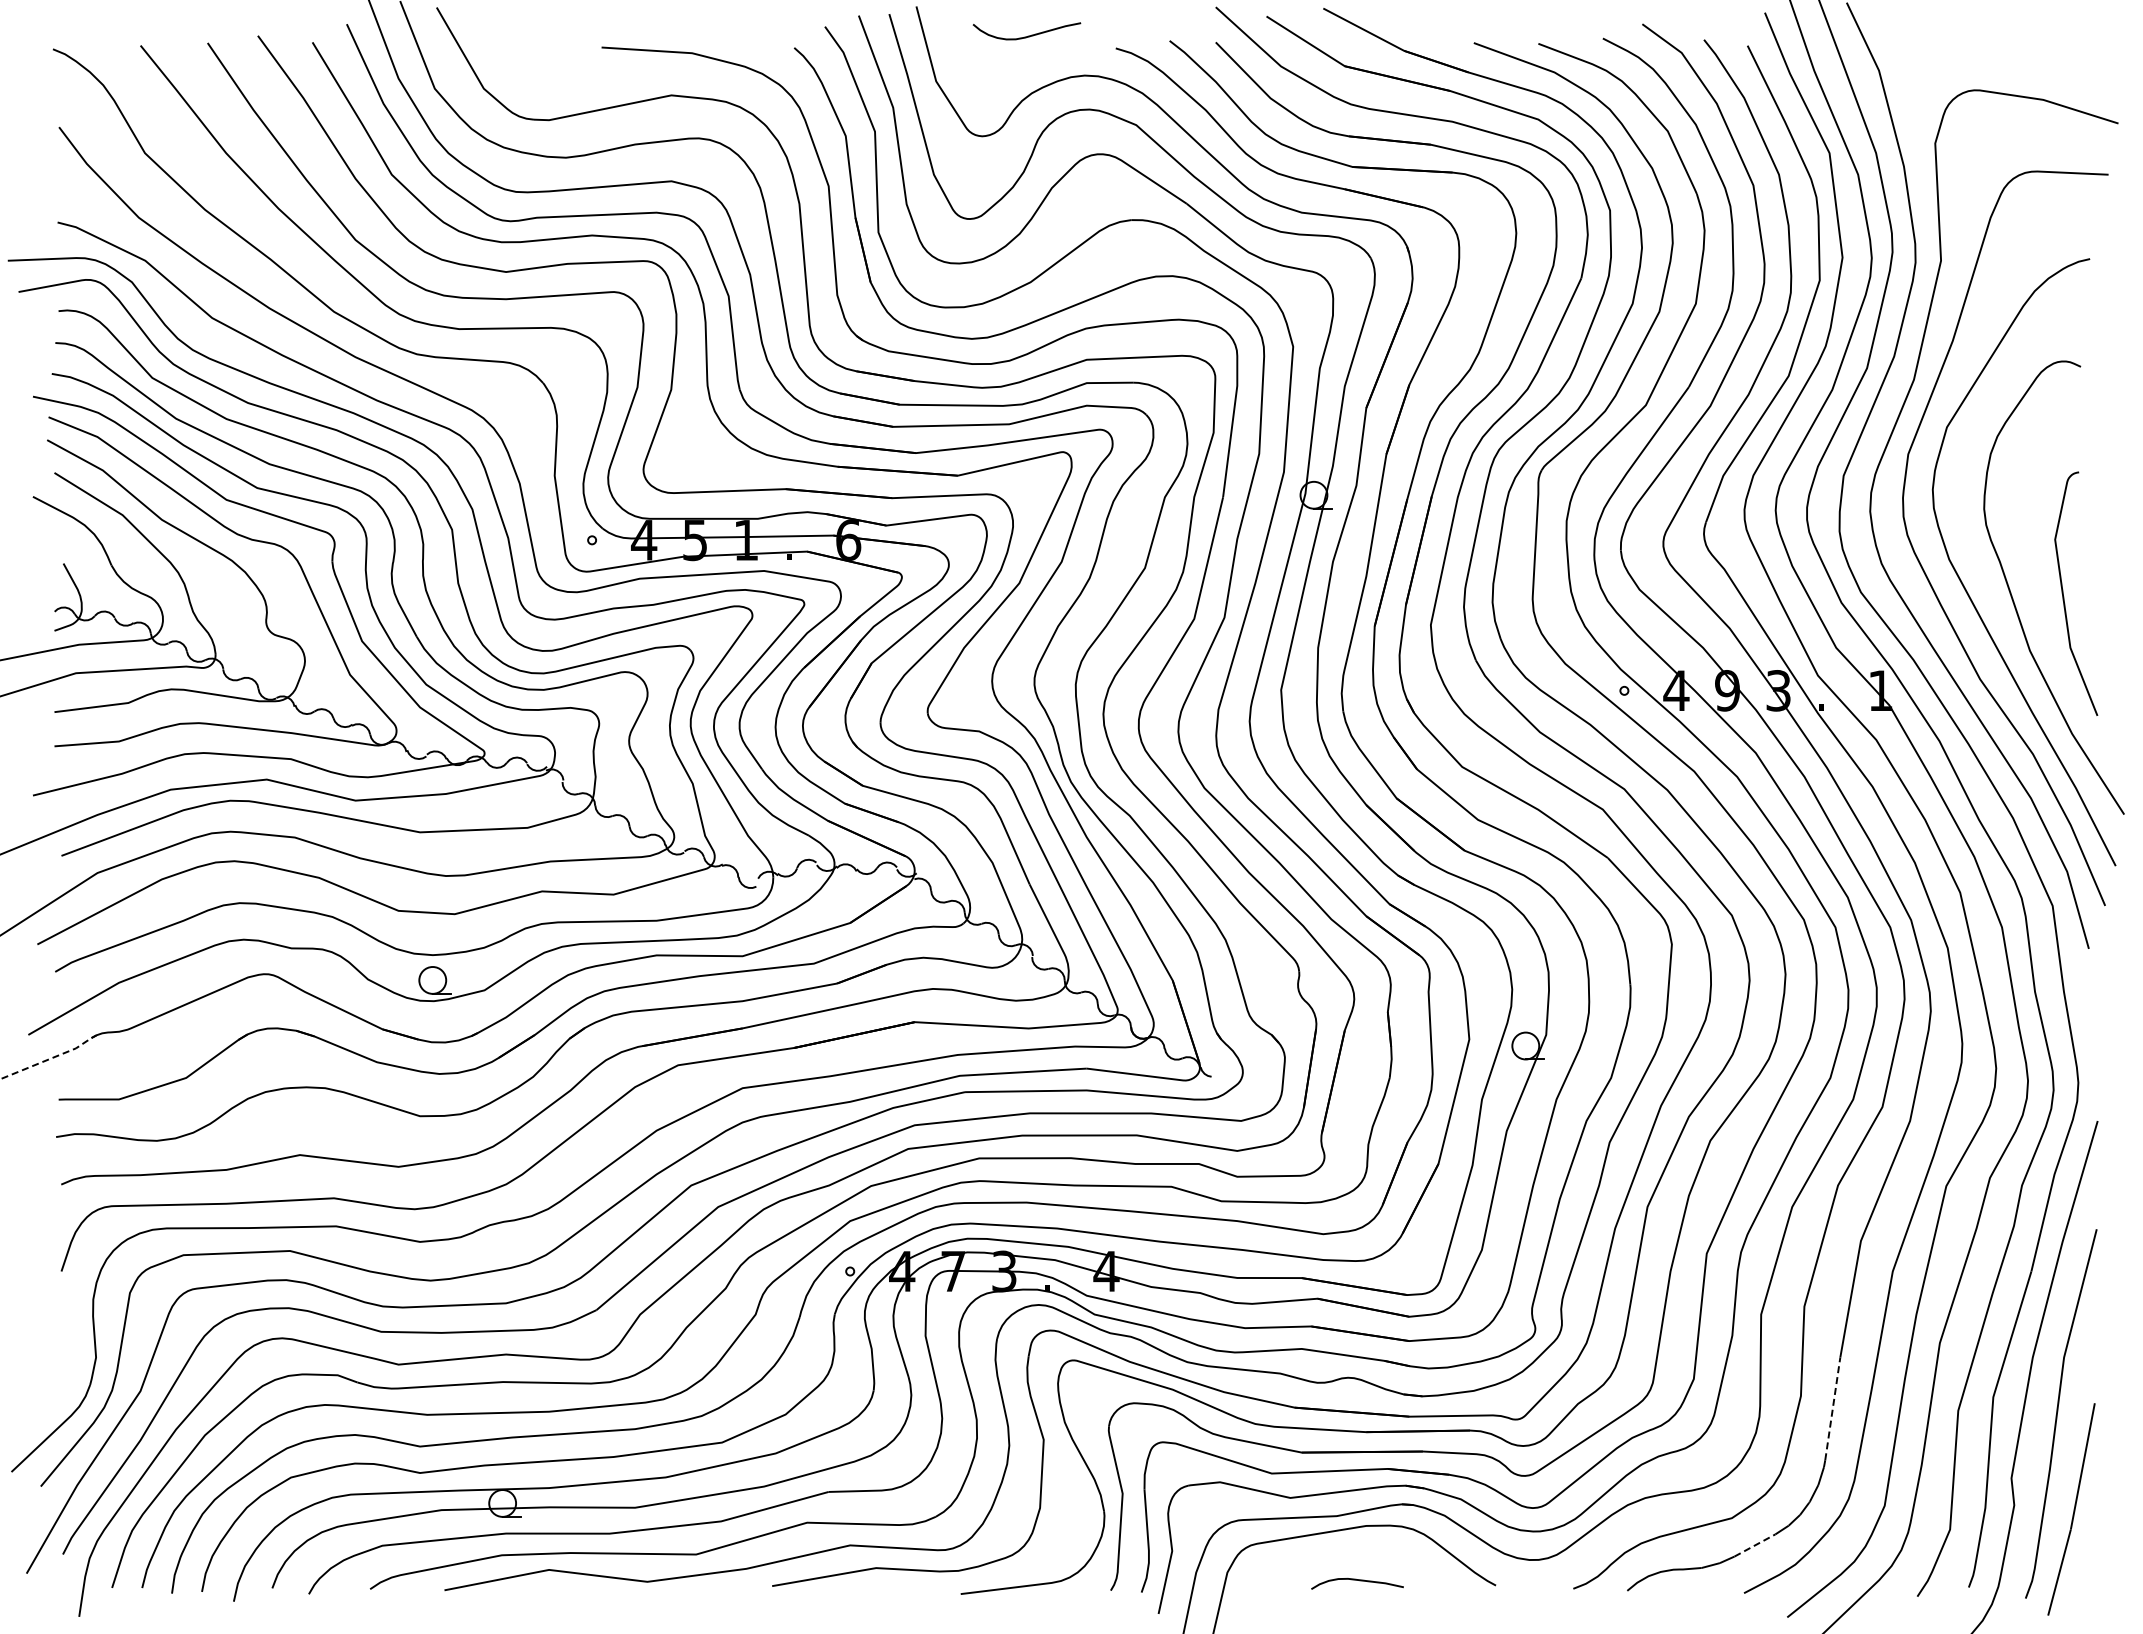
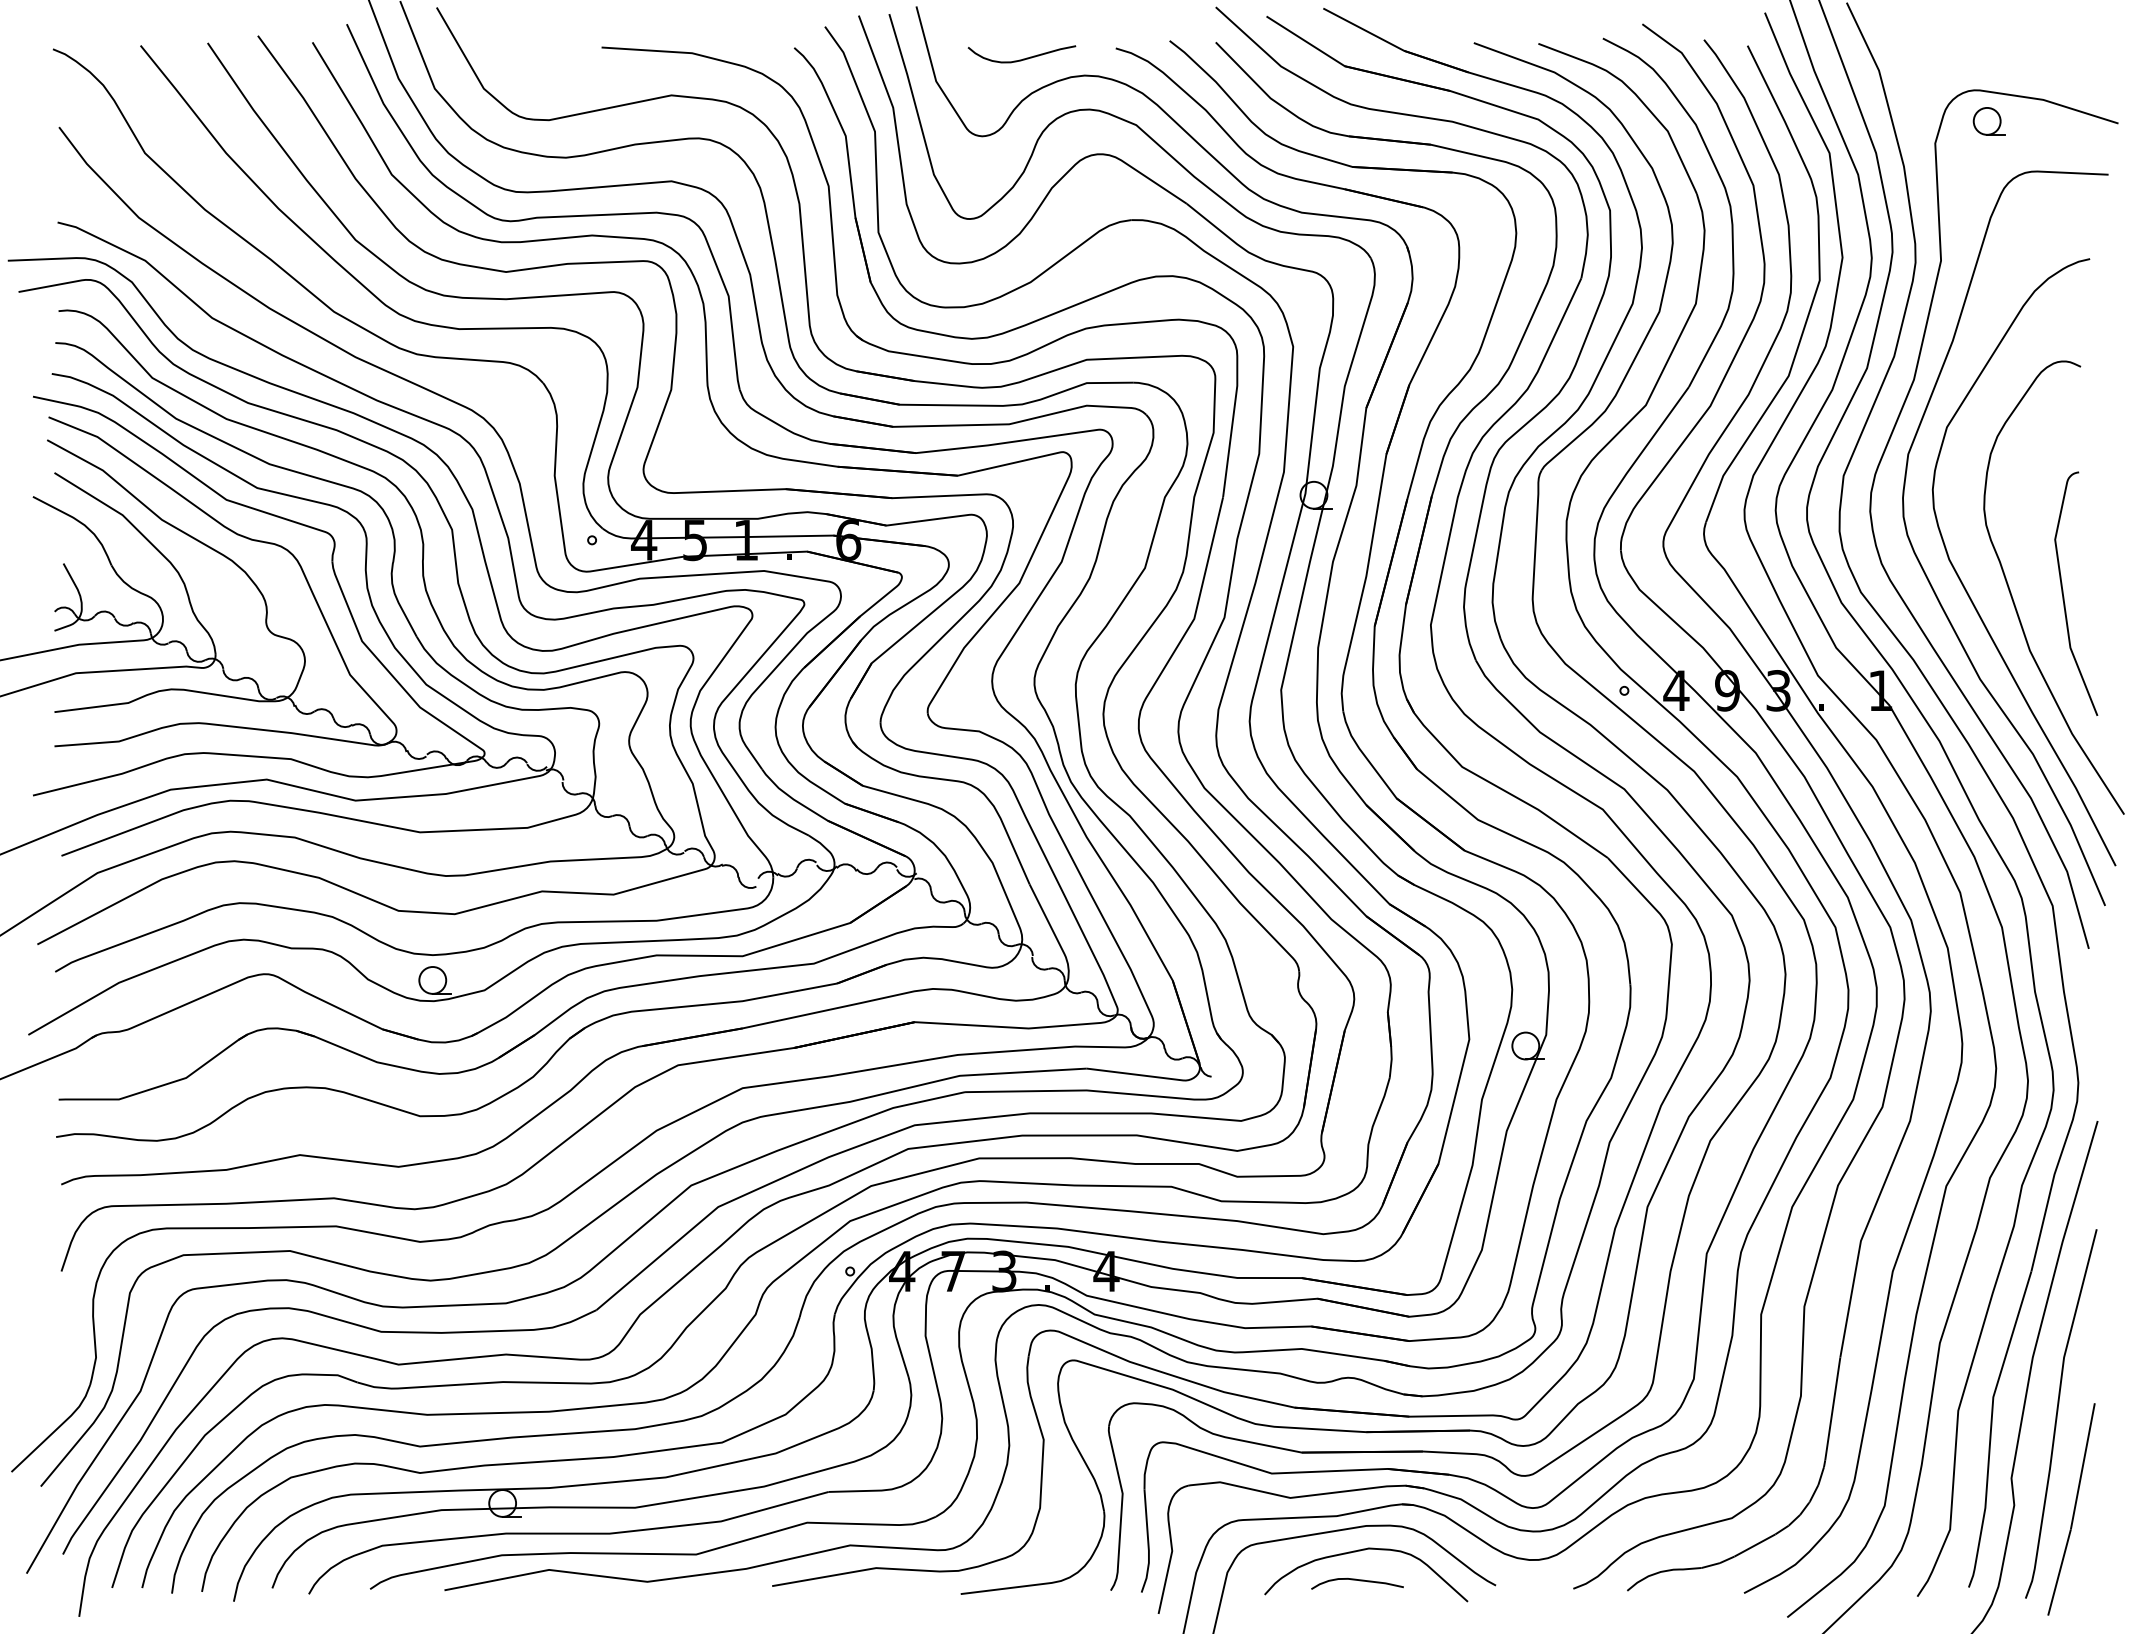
curve at (1028, 35) position: (1028, 35) -> (1023, 58)
part at (1988, 121): none -> present
line at (51, 1058): dashed -> solid
line at (1832, 1408): dashed -> solid
line at (1755, 1545): dashed -> solid
curve at (1360, 1551): none -> present
